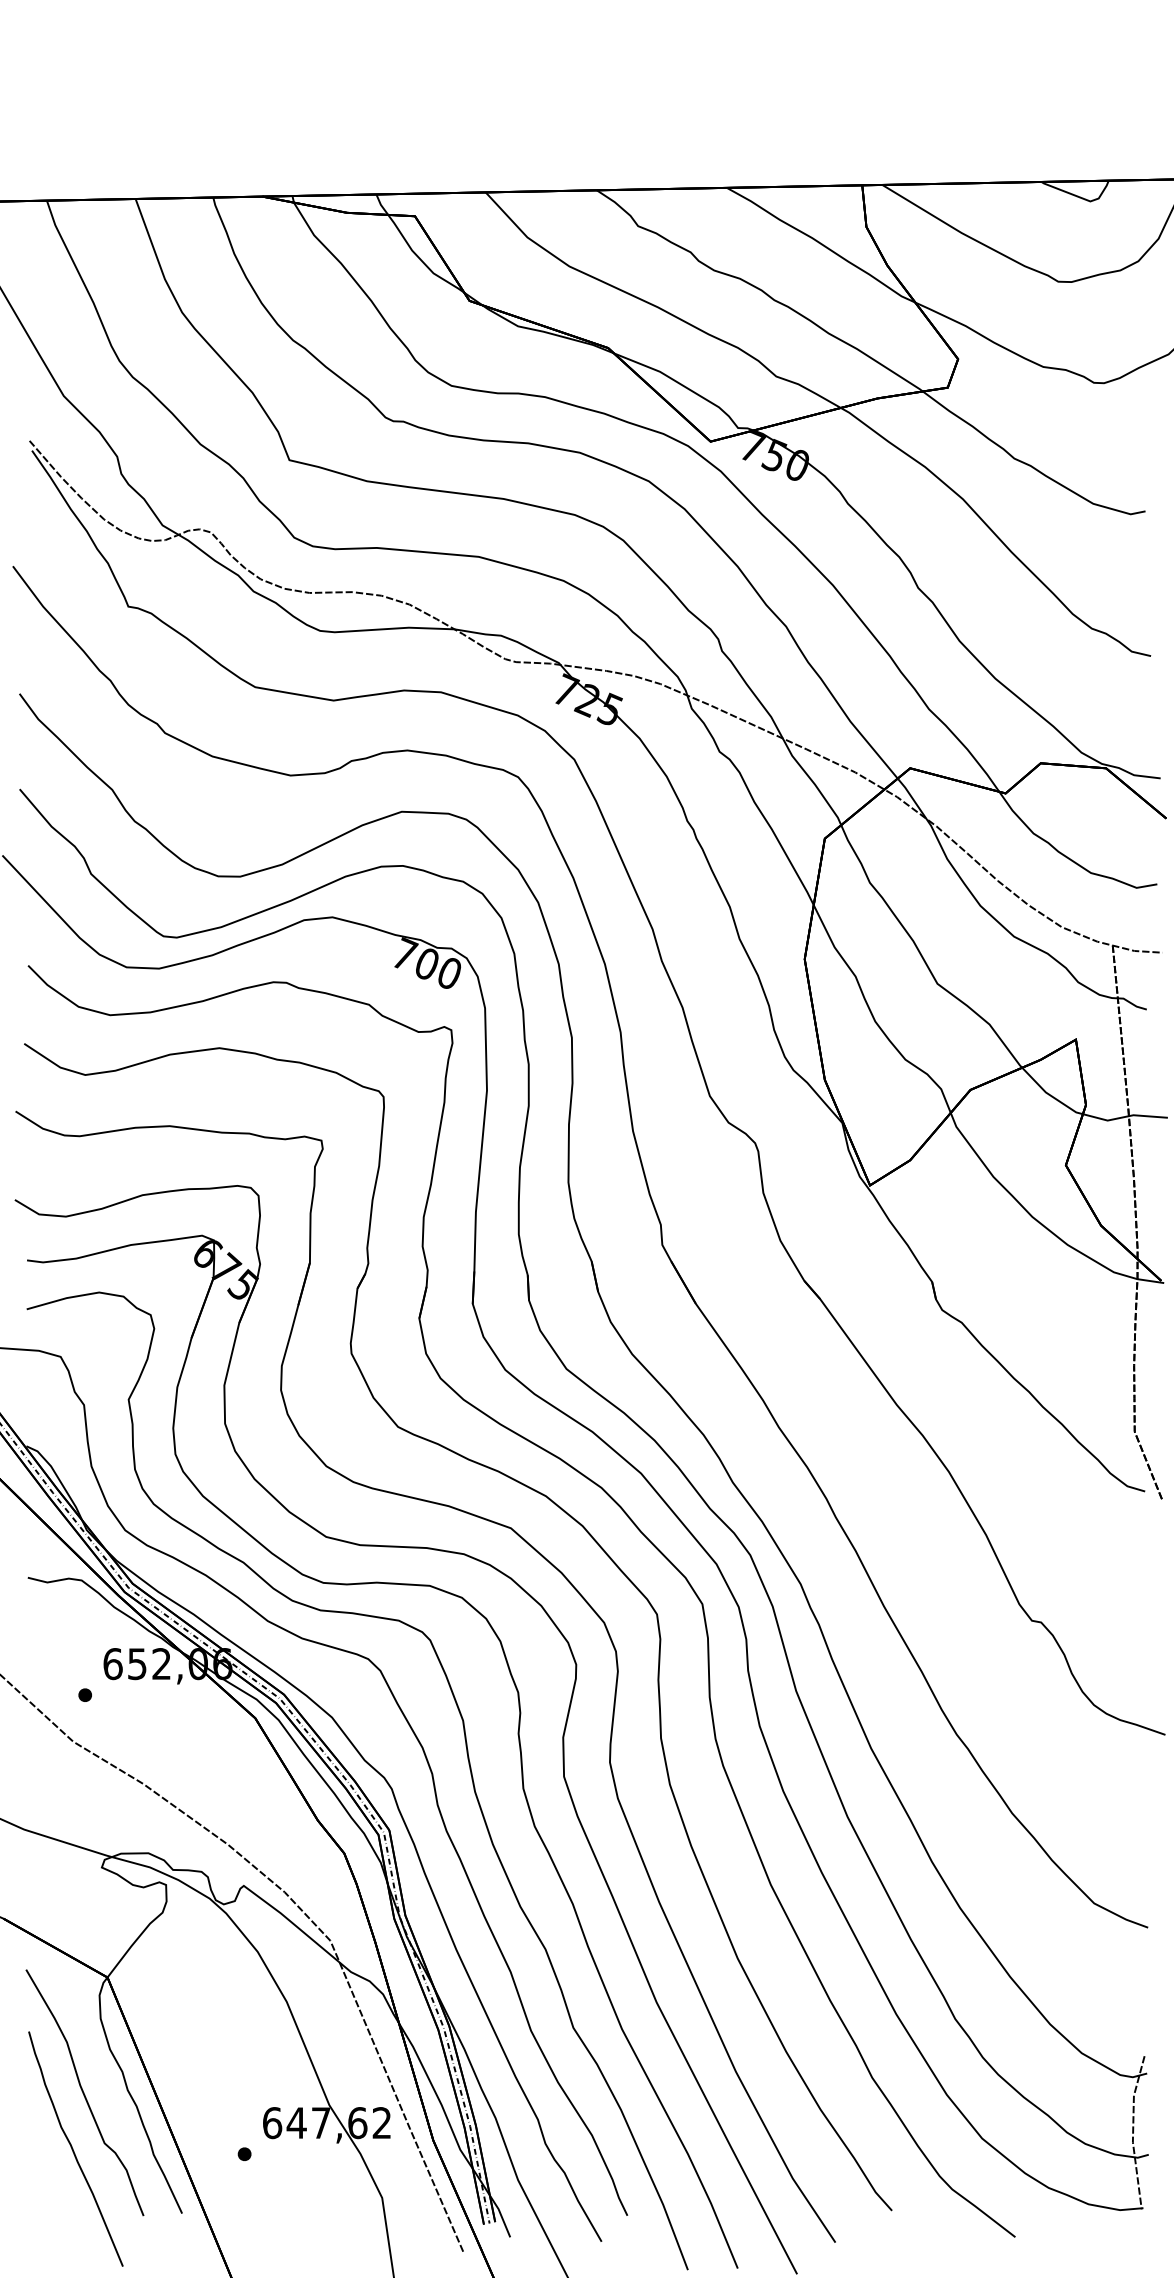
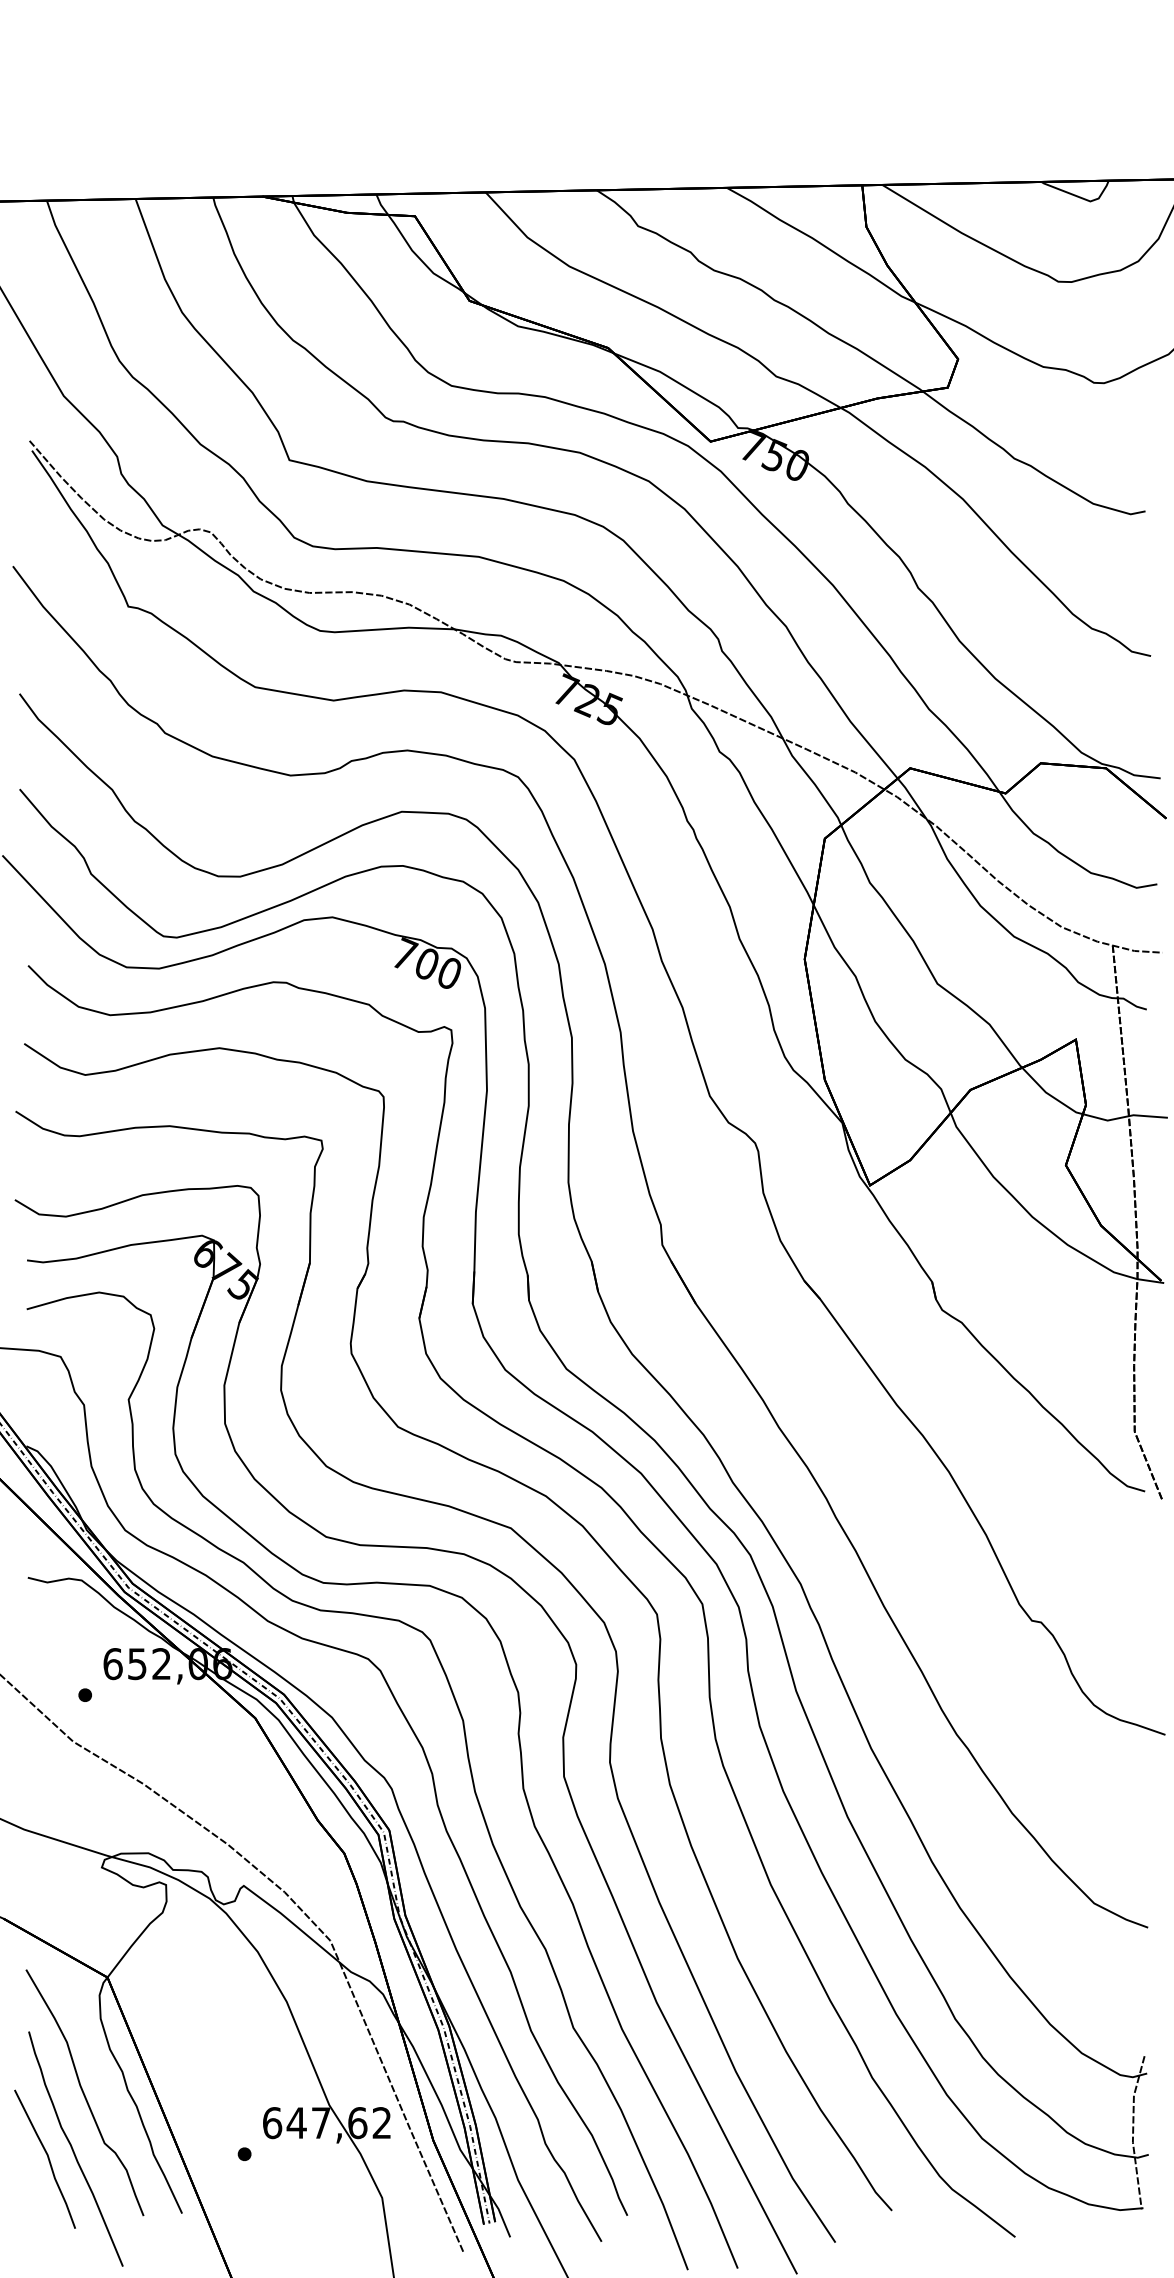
curve at (47, 2158): none -> present
